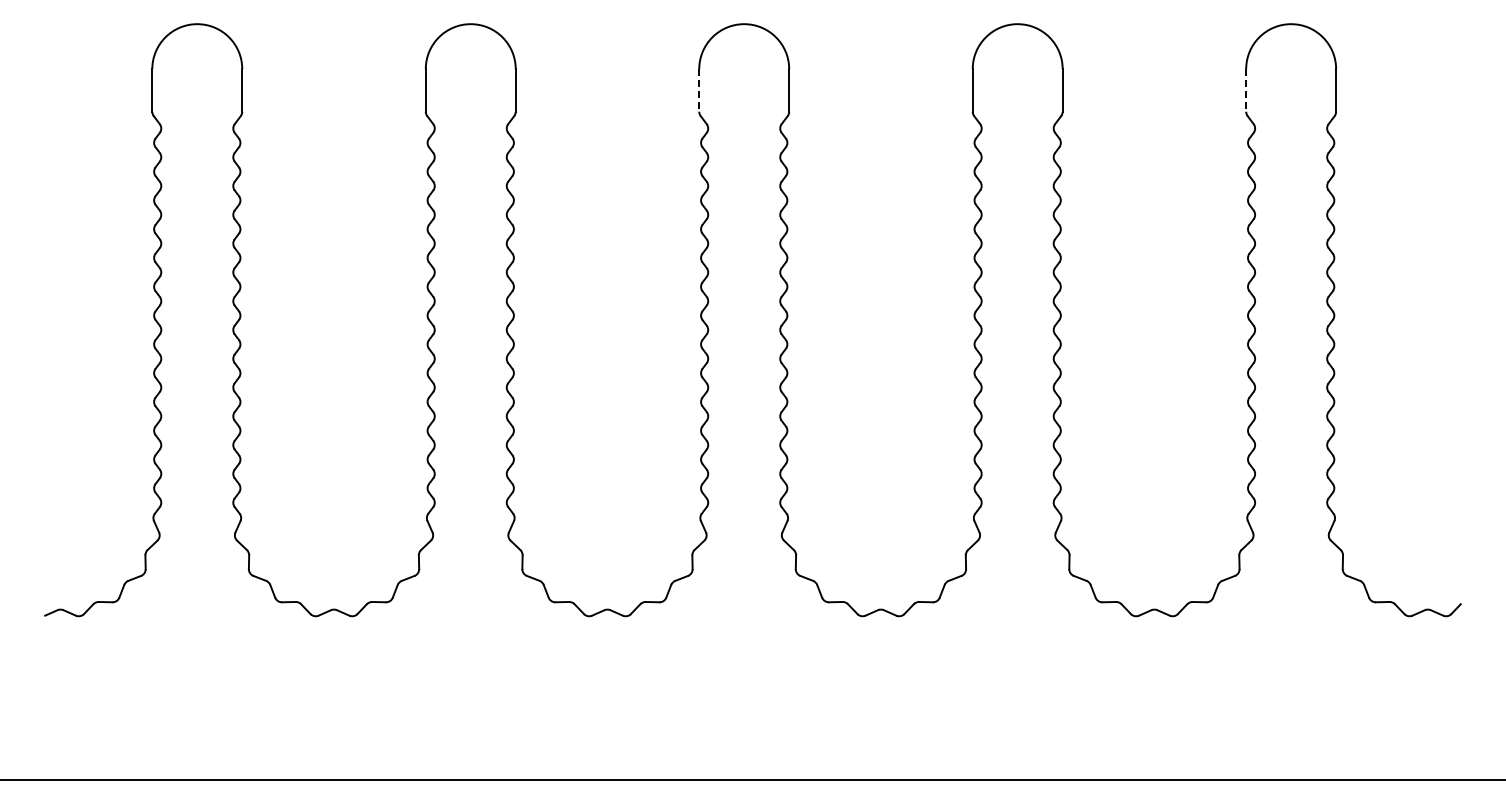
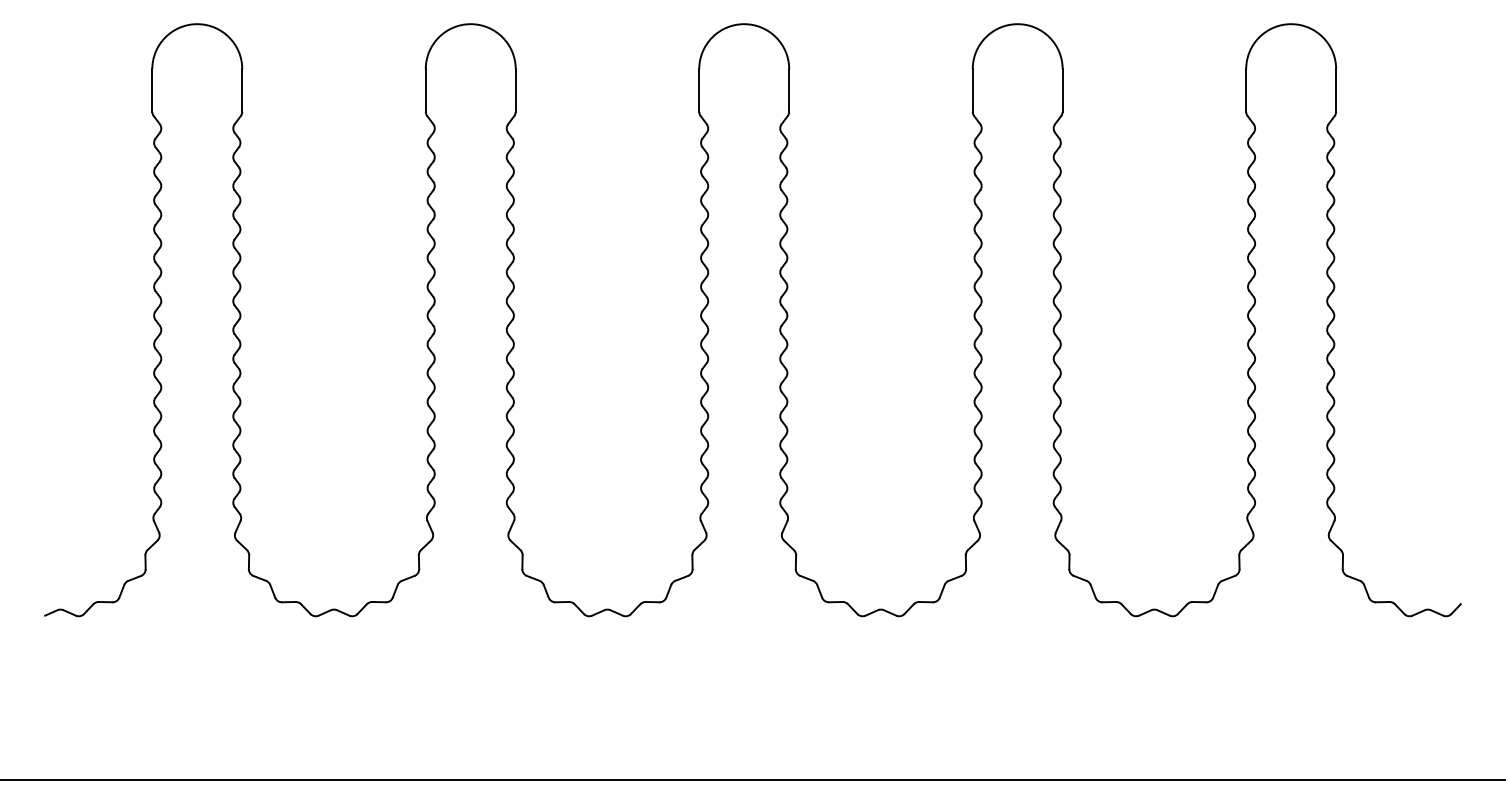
line at (699, 90): dashed -> solid
line at (1246, 90): dashed -> solid
